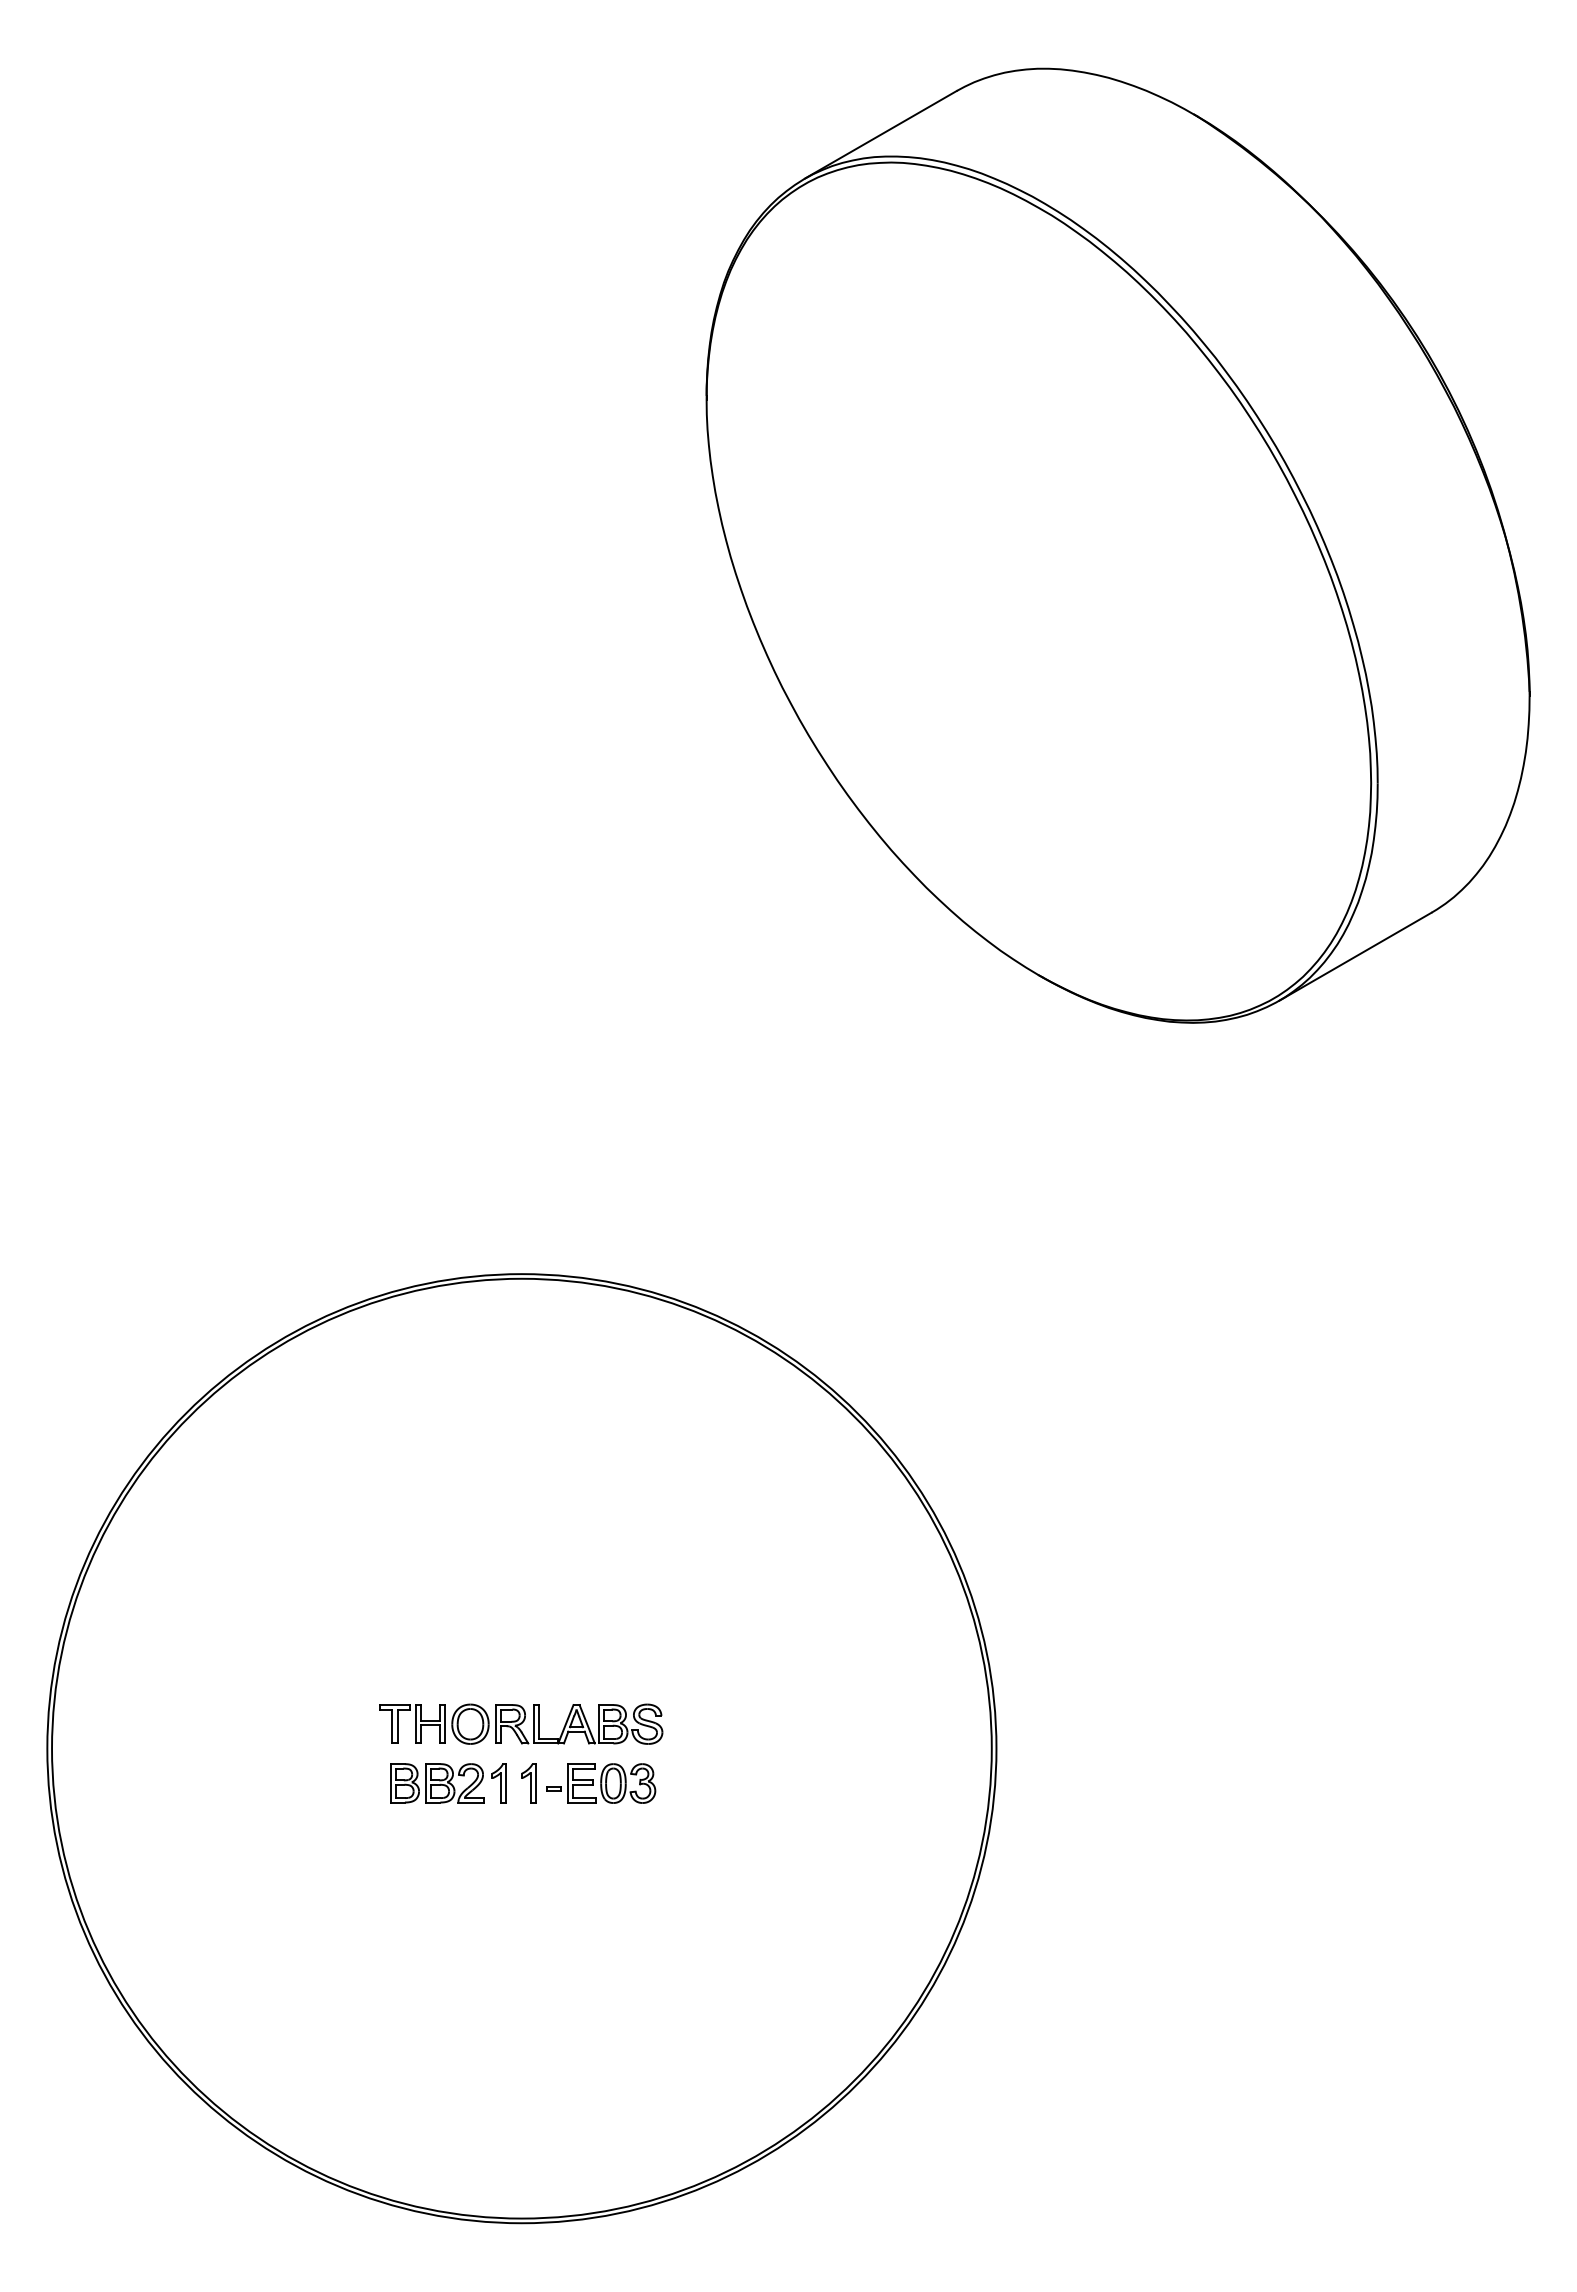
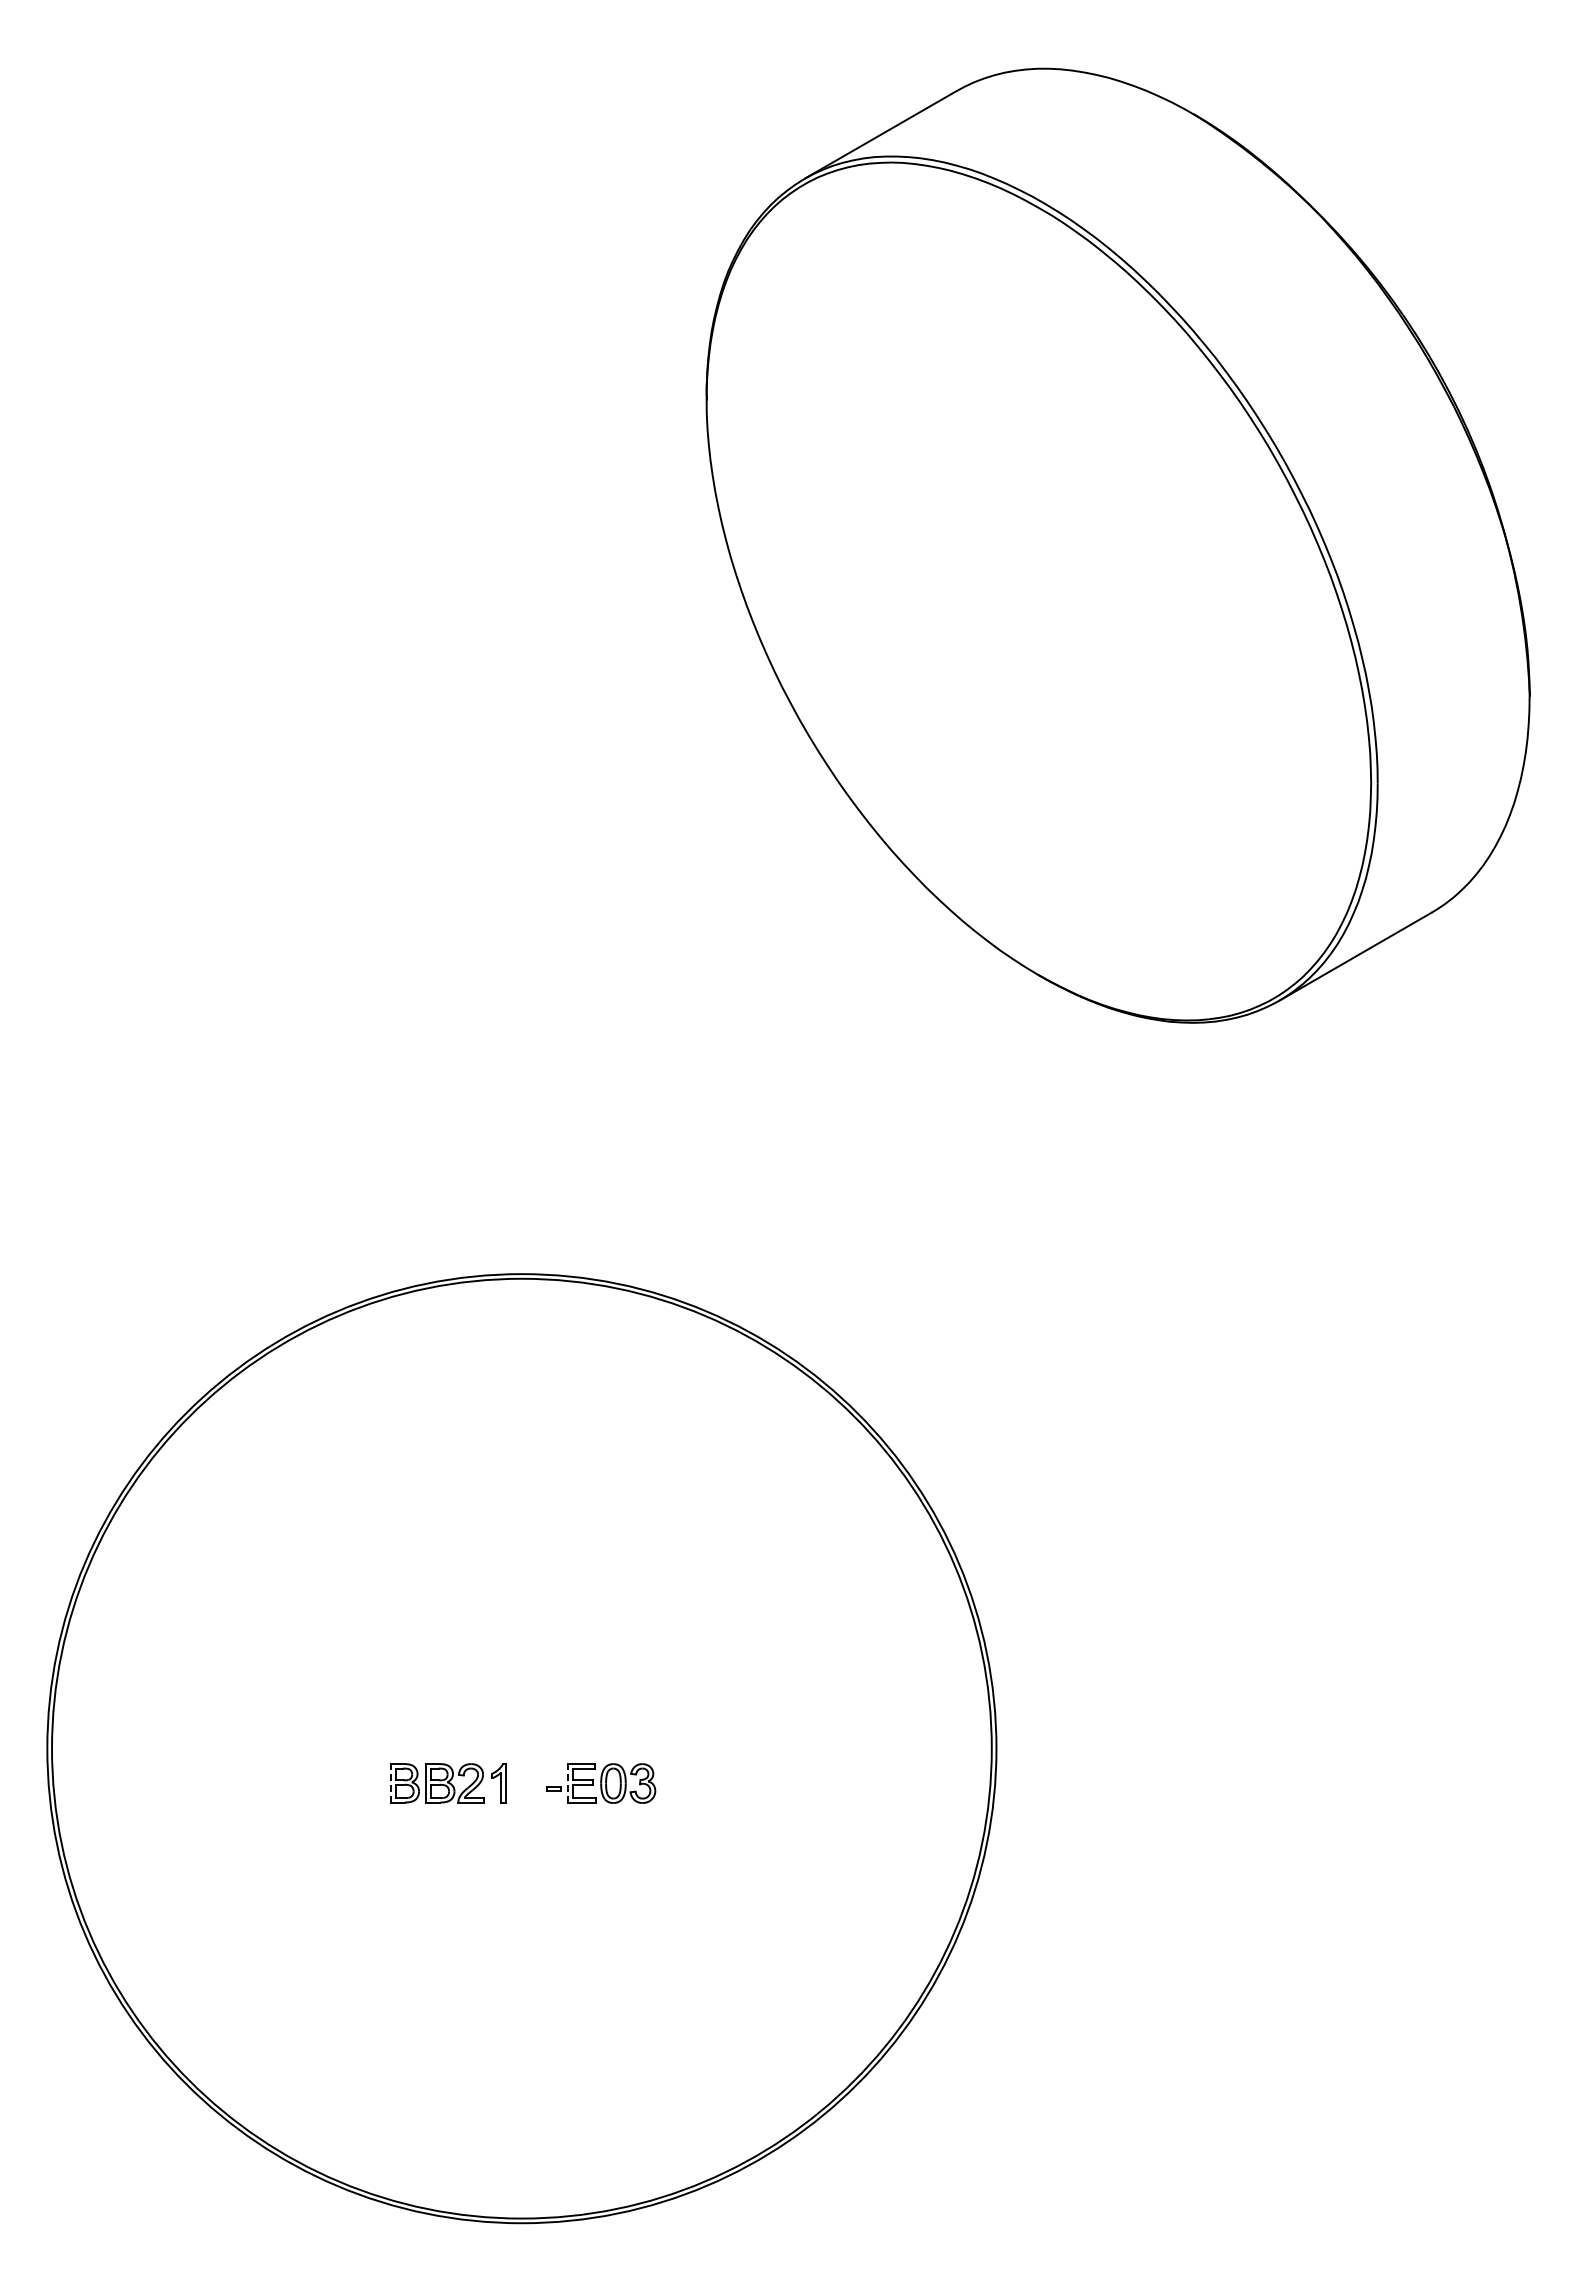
part at (521, 1723): present -> none
line at (390, 1782): solid -> dashed
line at (567, 1782): solid -> dashed
part at (528, 1783): present -> none
